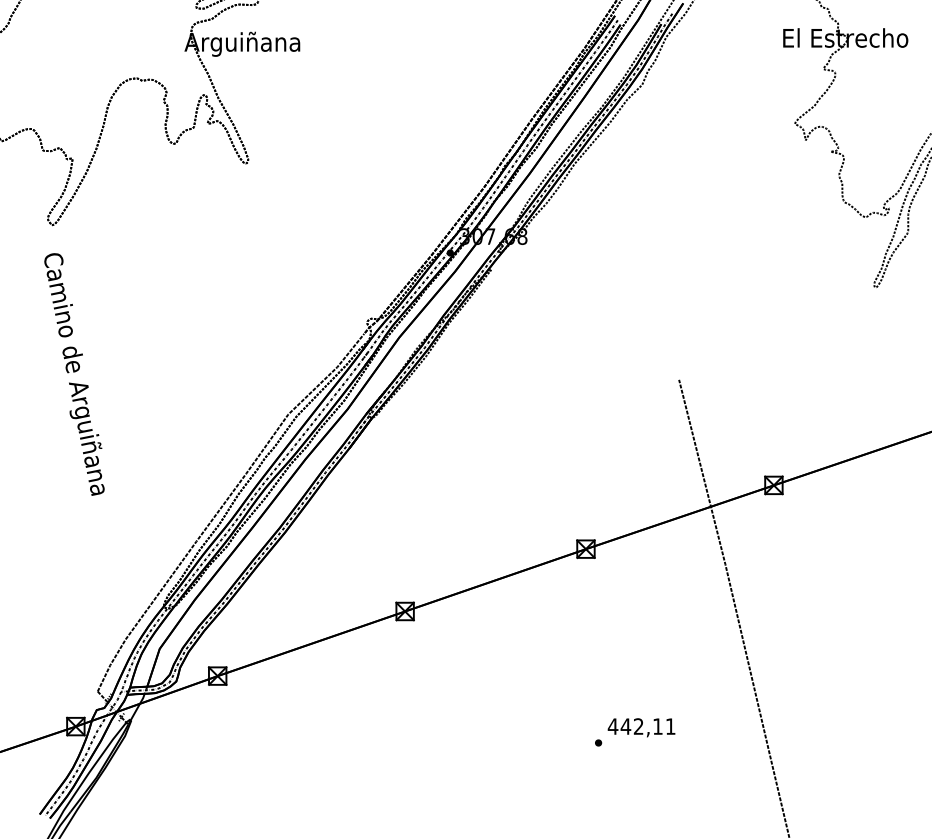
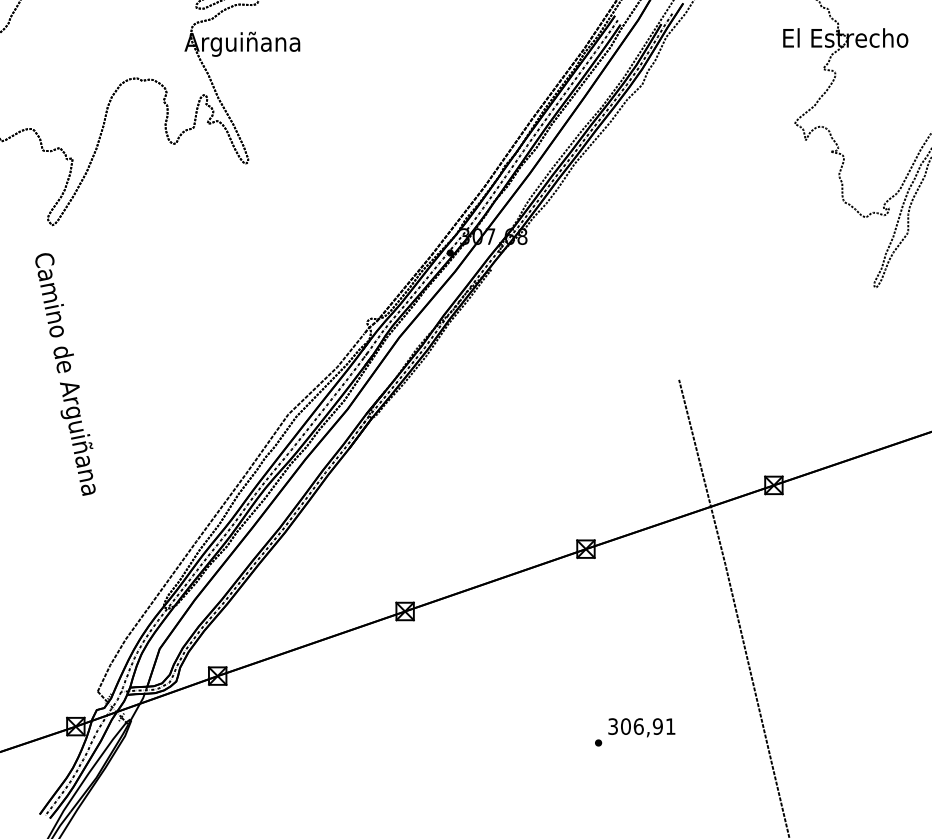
text at (74, 374) position: (74, 374) -> (65, 374)
text at (634, 726): 442,11 -> 306,91
